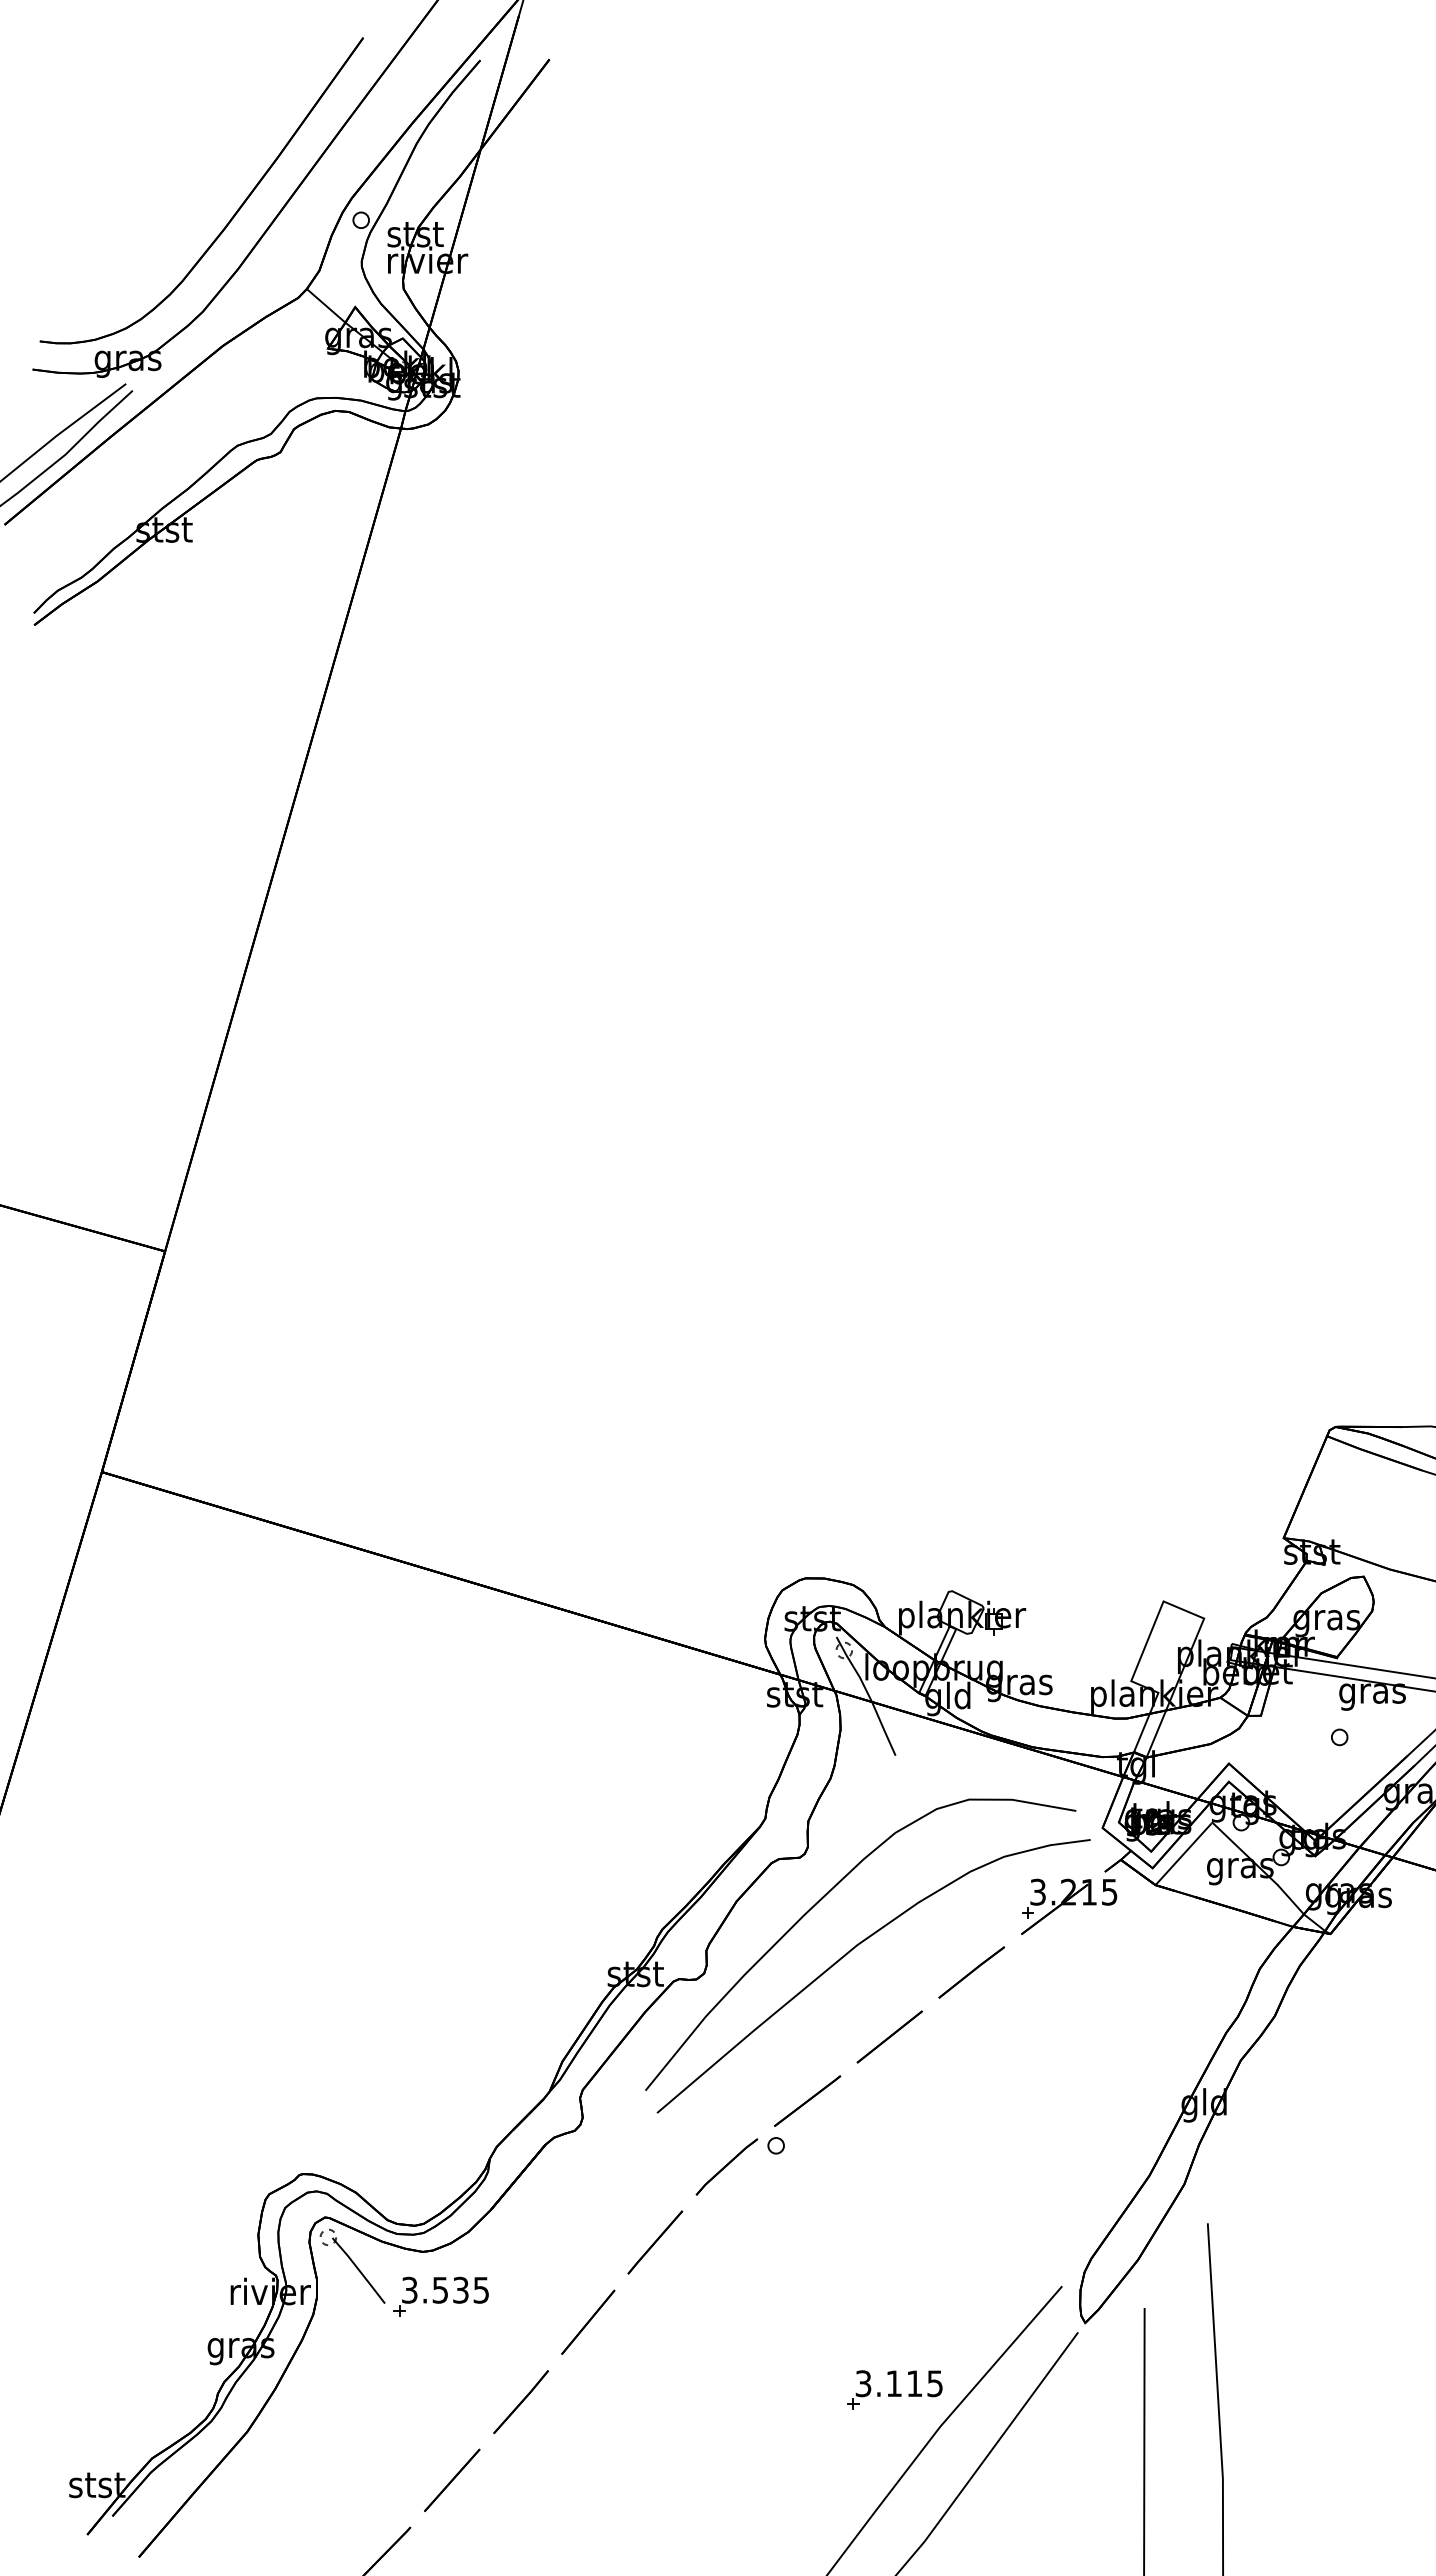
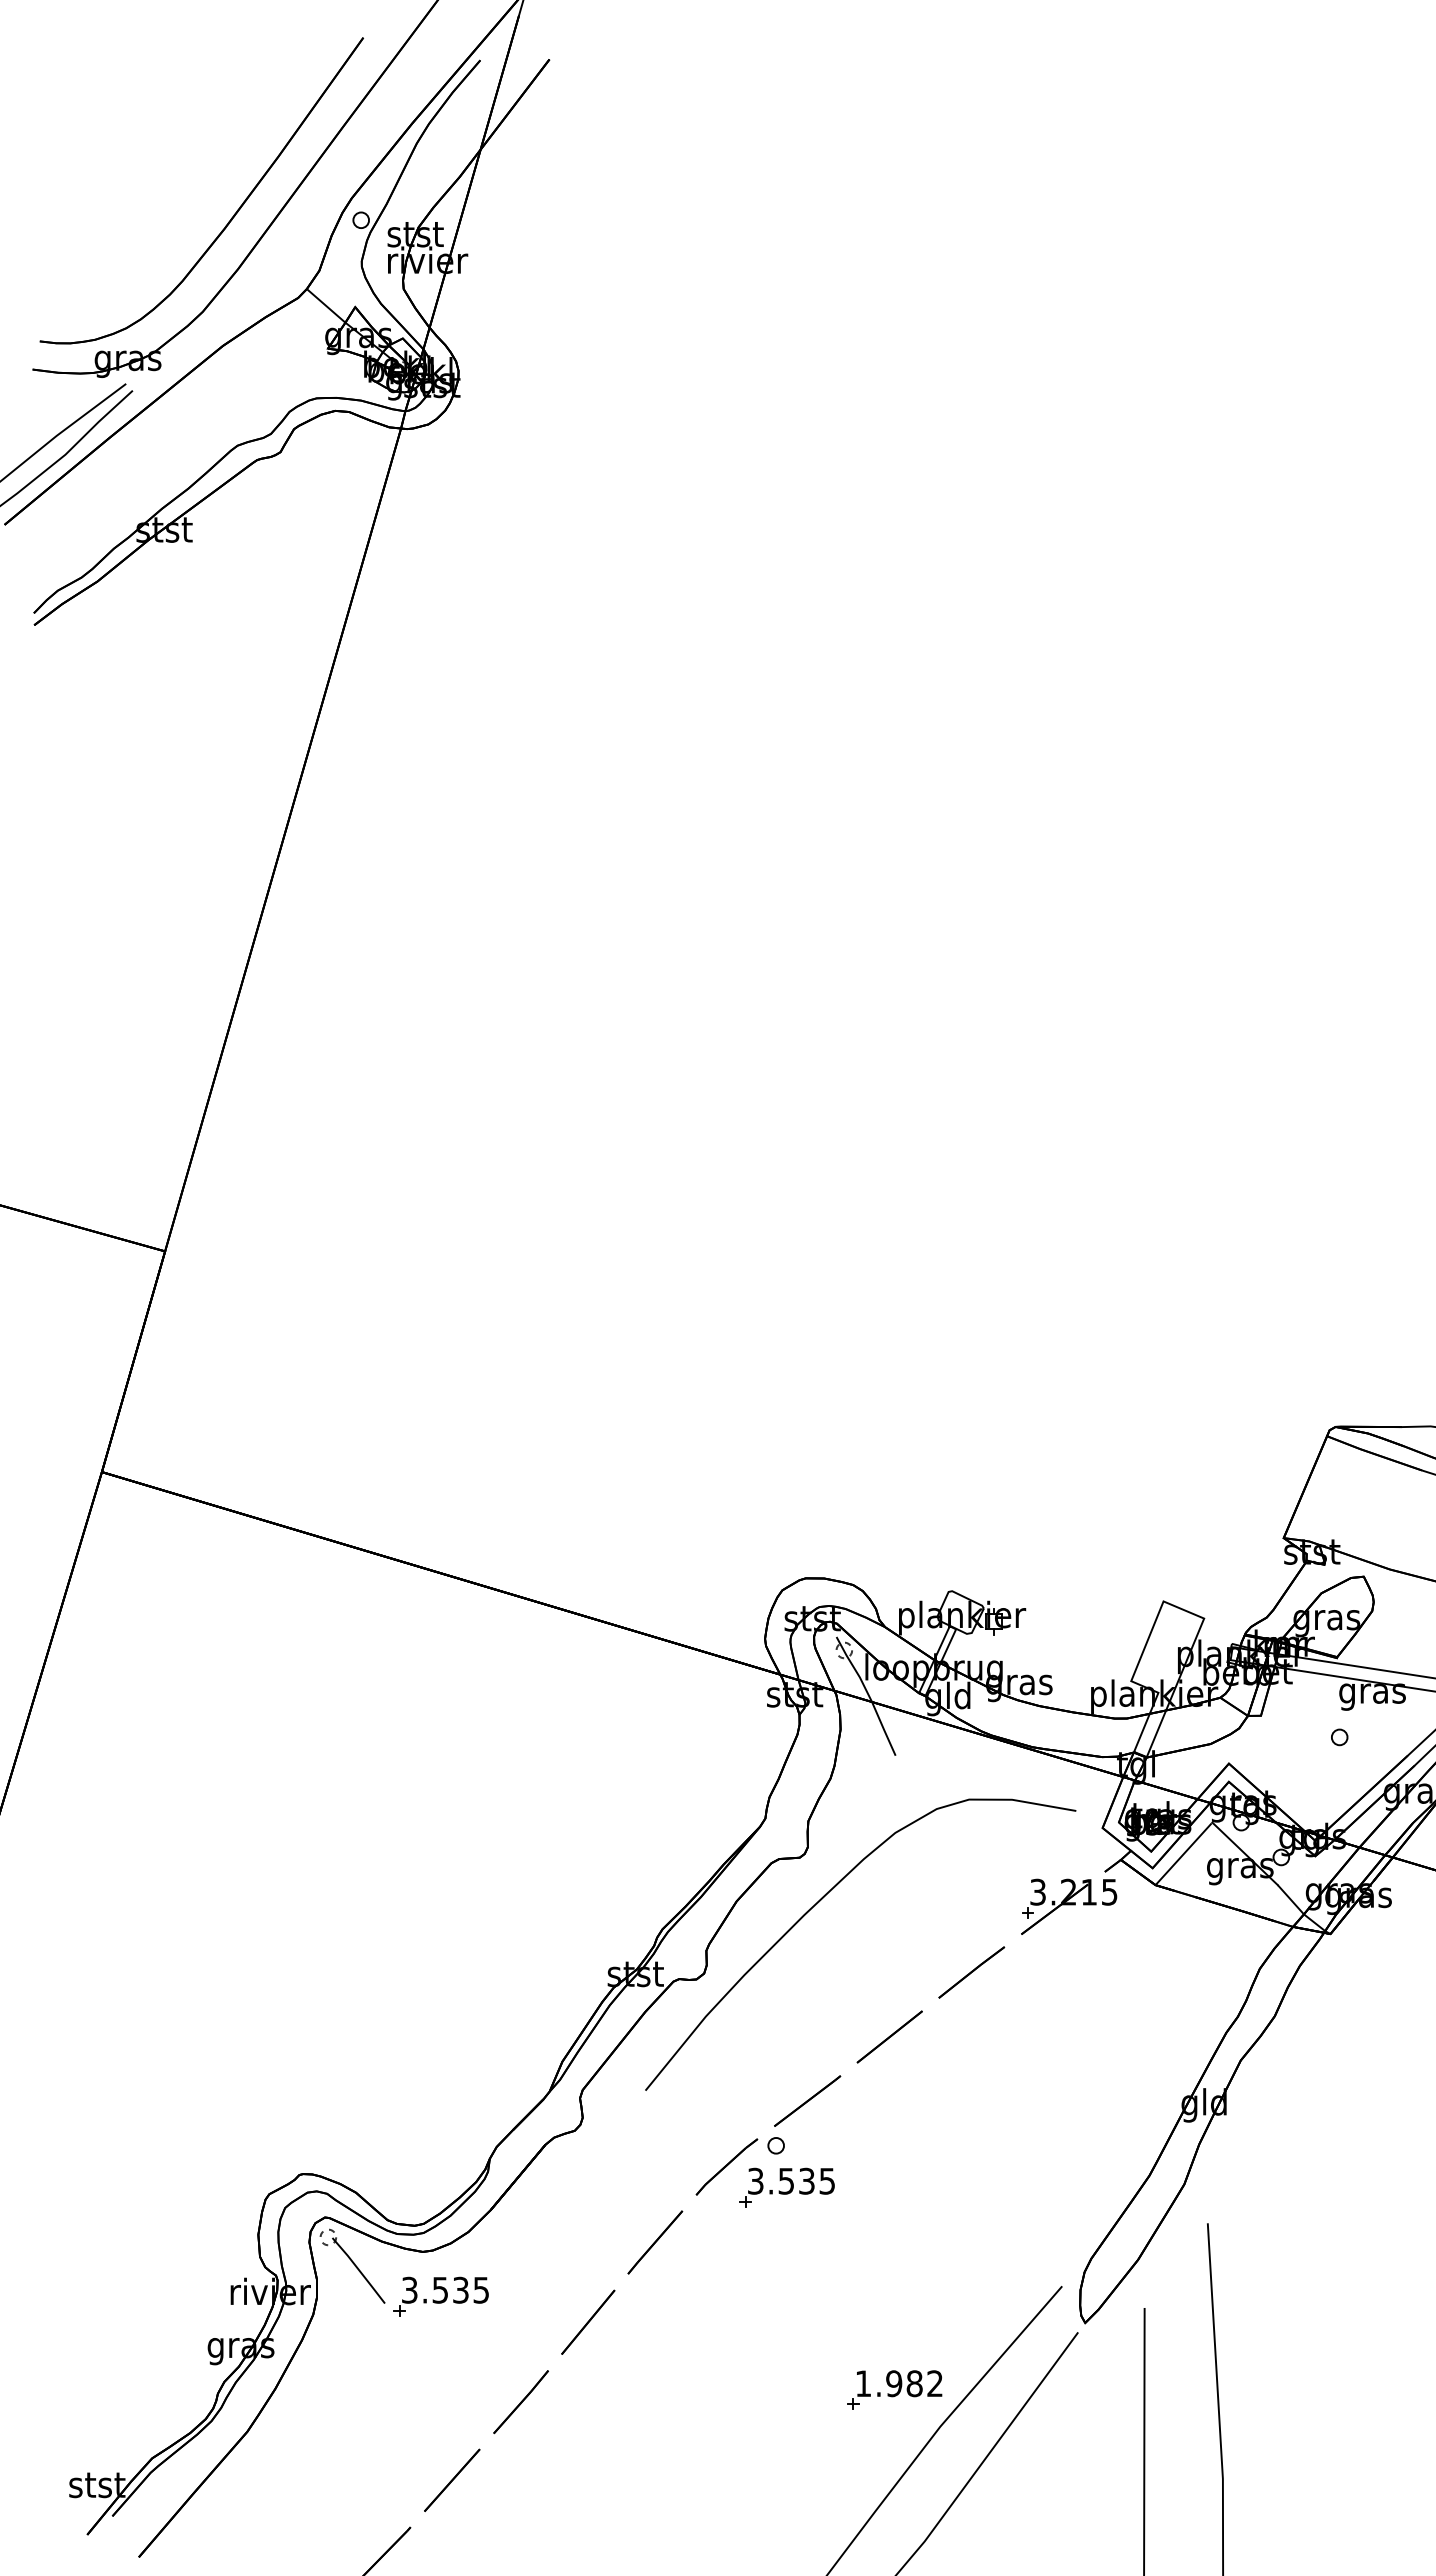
curve at (850, 1952): present -> none
part at (786, 2187): none -> present
text at (898, 2383): 3.115 -> 1.982
